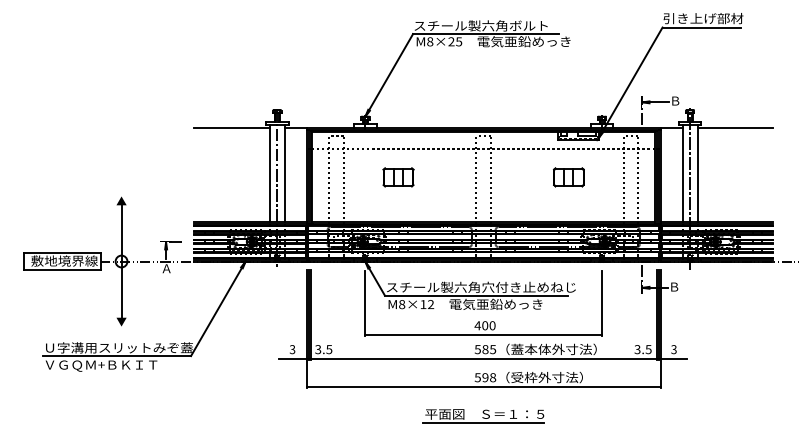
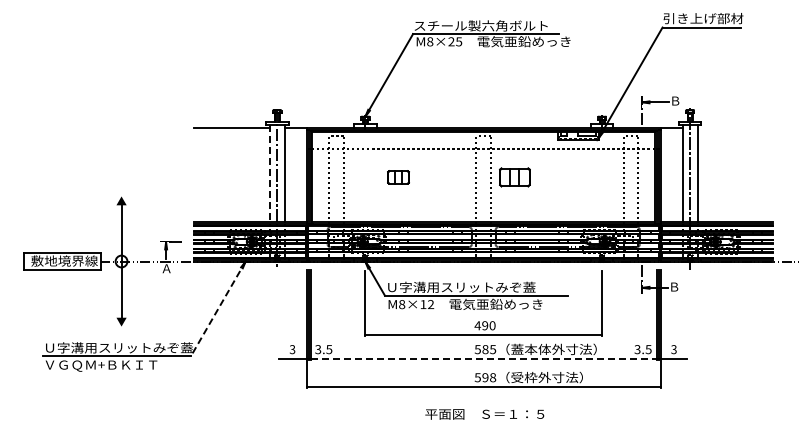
line at (735, 128): present -> none
line at (269, 173): solid -> dashed
part at (398, 177) size: 33x21 px -> 23x15 px
part at (568, 177) position: (568, 177) -> (514, 177)
text at (481, 286): スチール製六角穴付き止めねじ -> Ｕ字溝用スリットみぞ蓋
line at (218, 308): solid -> dashed
text at (485, 325): 400 -> 490
line at (484, 358): solid -> dashed
line at (483, 423): present -> none
